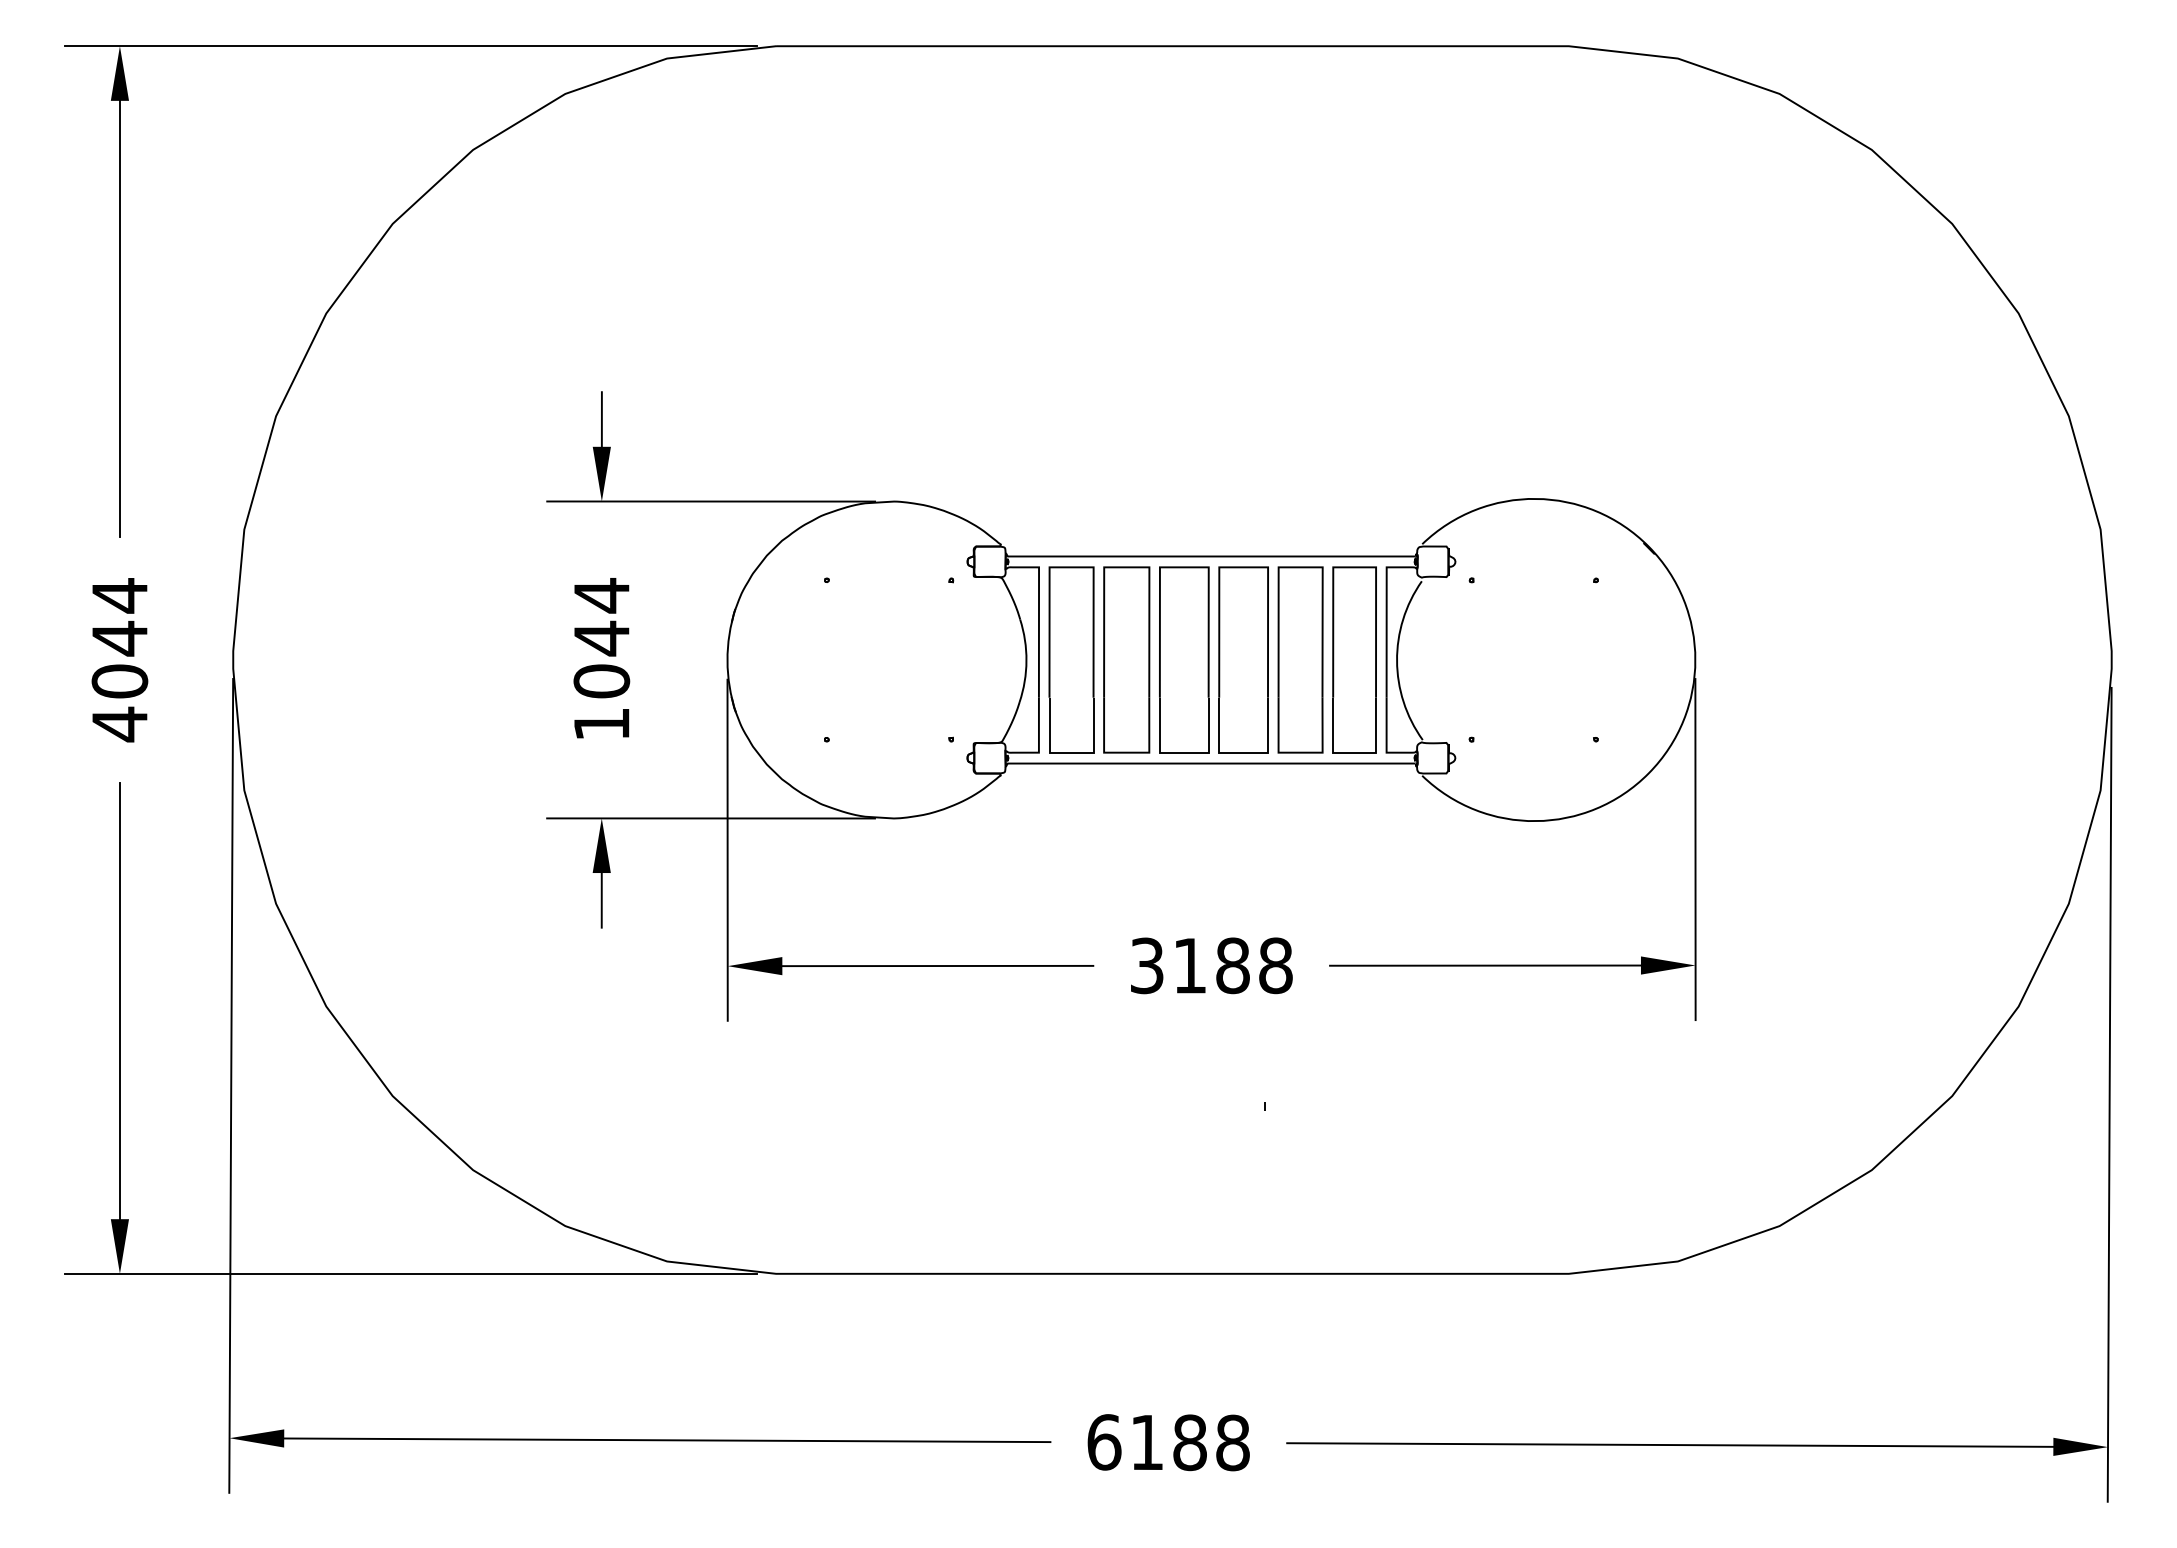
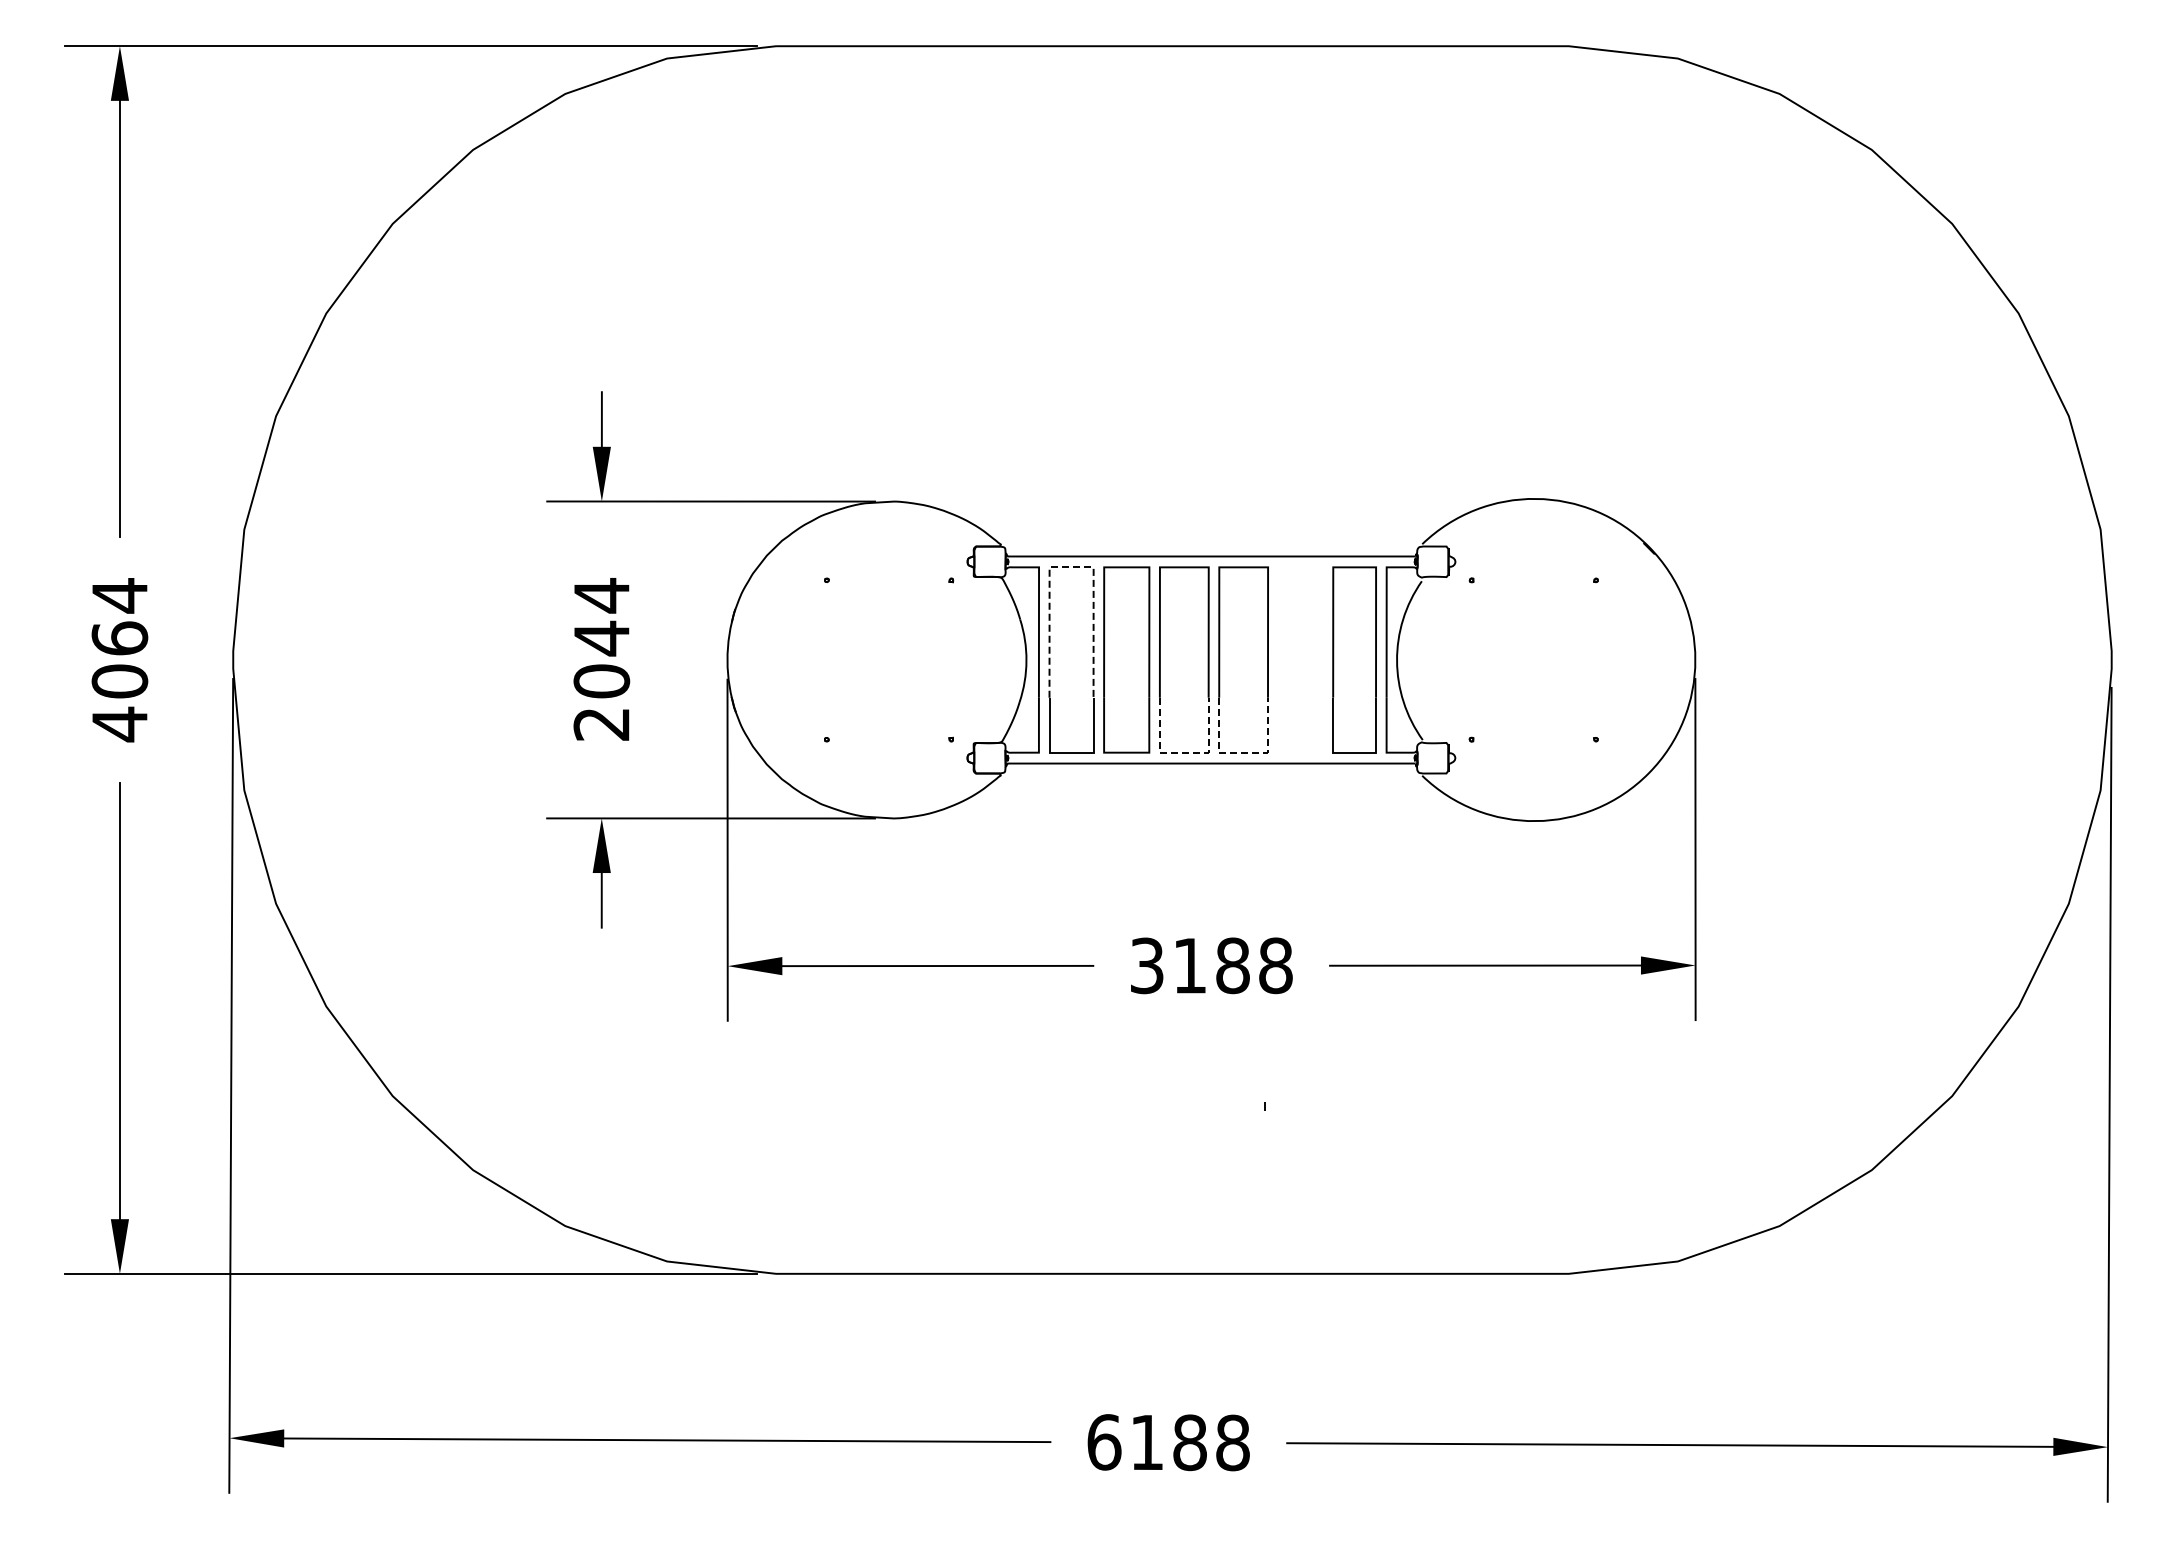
line at (1072, 567): solid -> dashed
text at (119, 638): 4044 -> 4064
part at (1300, 659): present -> none
text at (601, 724): 1044 -> 2044
line at (1184, 752): solid -> dashed
line at (1244, 752): solid -> dashed
